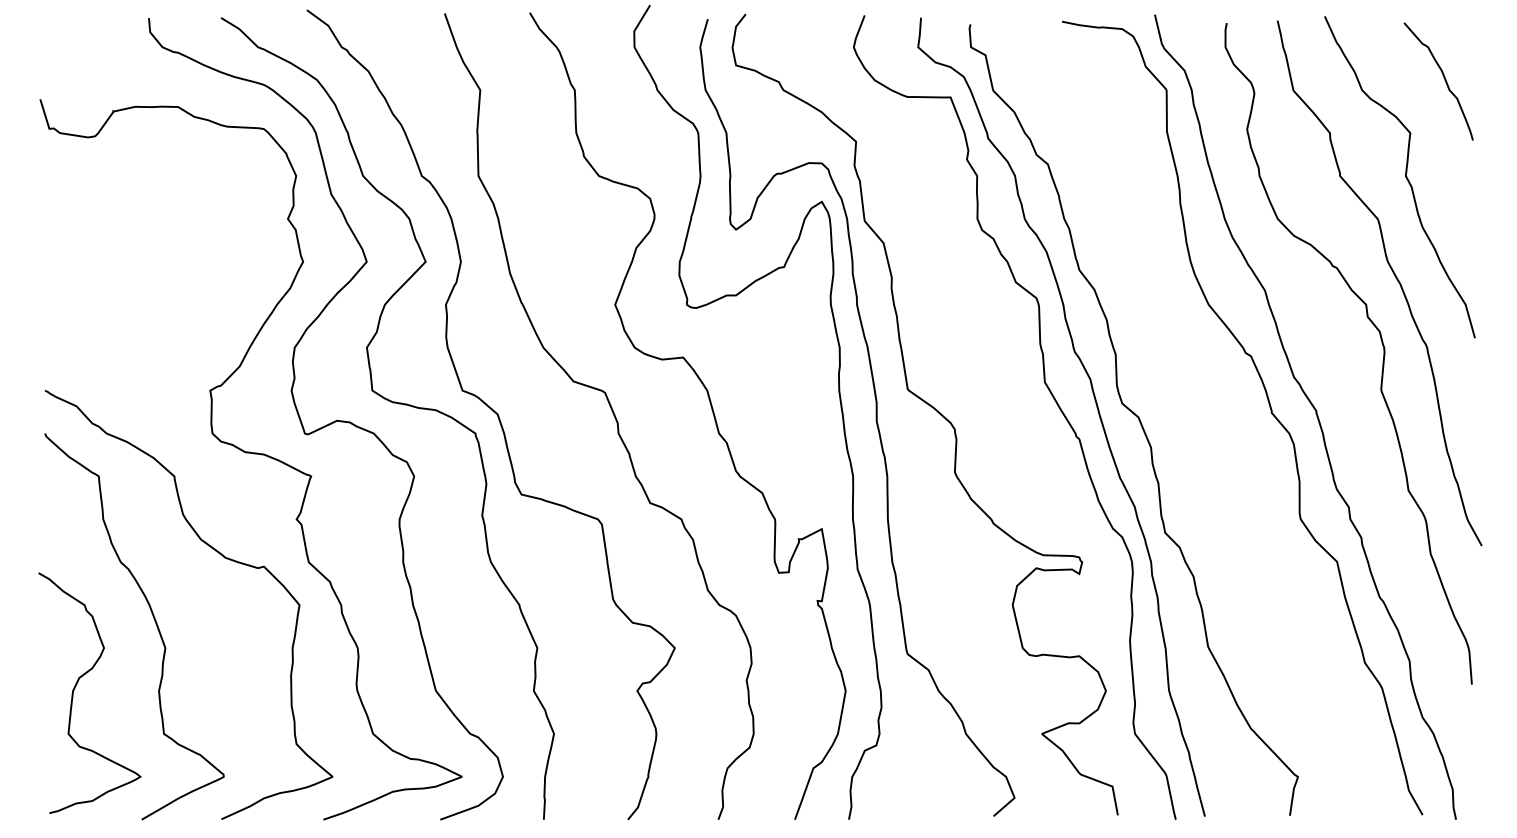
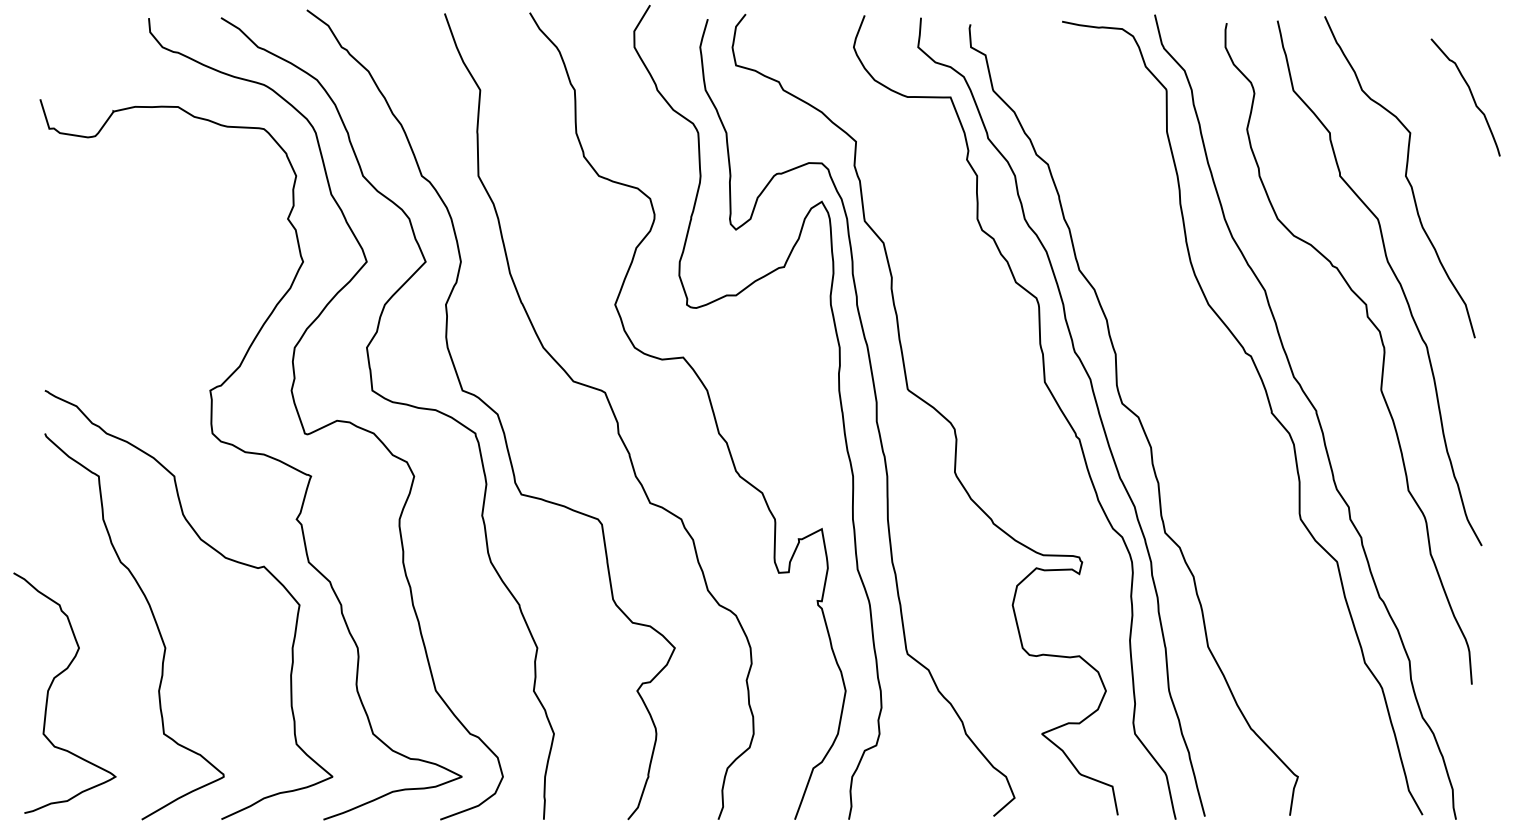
curve at (1443, 78) position: (1443, 78) -> (1470, 94)
curve at (76, 686) position: (76, 686) -> (51, 686)
